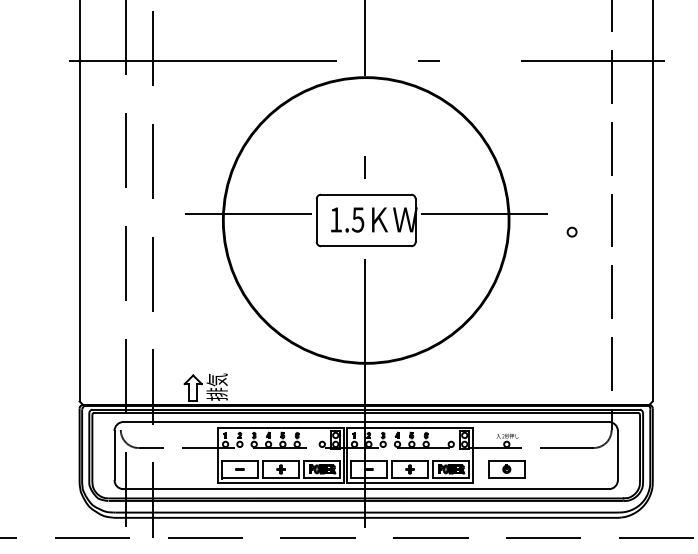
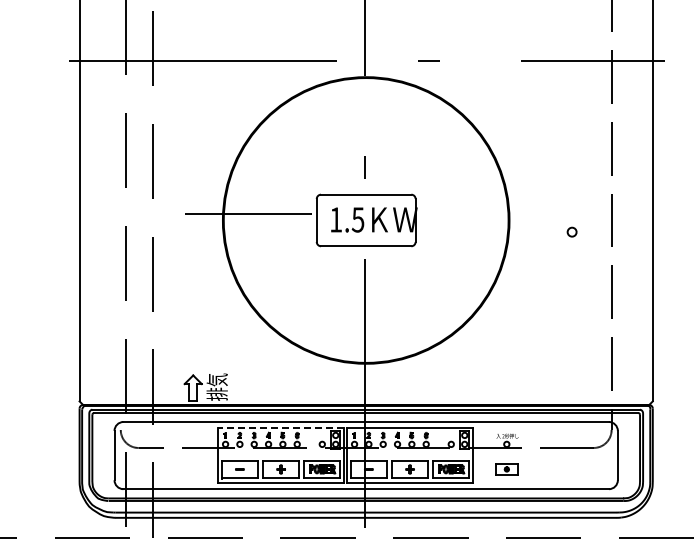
line at (483, 214): present -> none
line at (281, 427): solid -> dashed
part at (506, 469) size: 38x19 px -> 24x13 px
